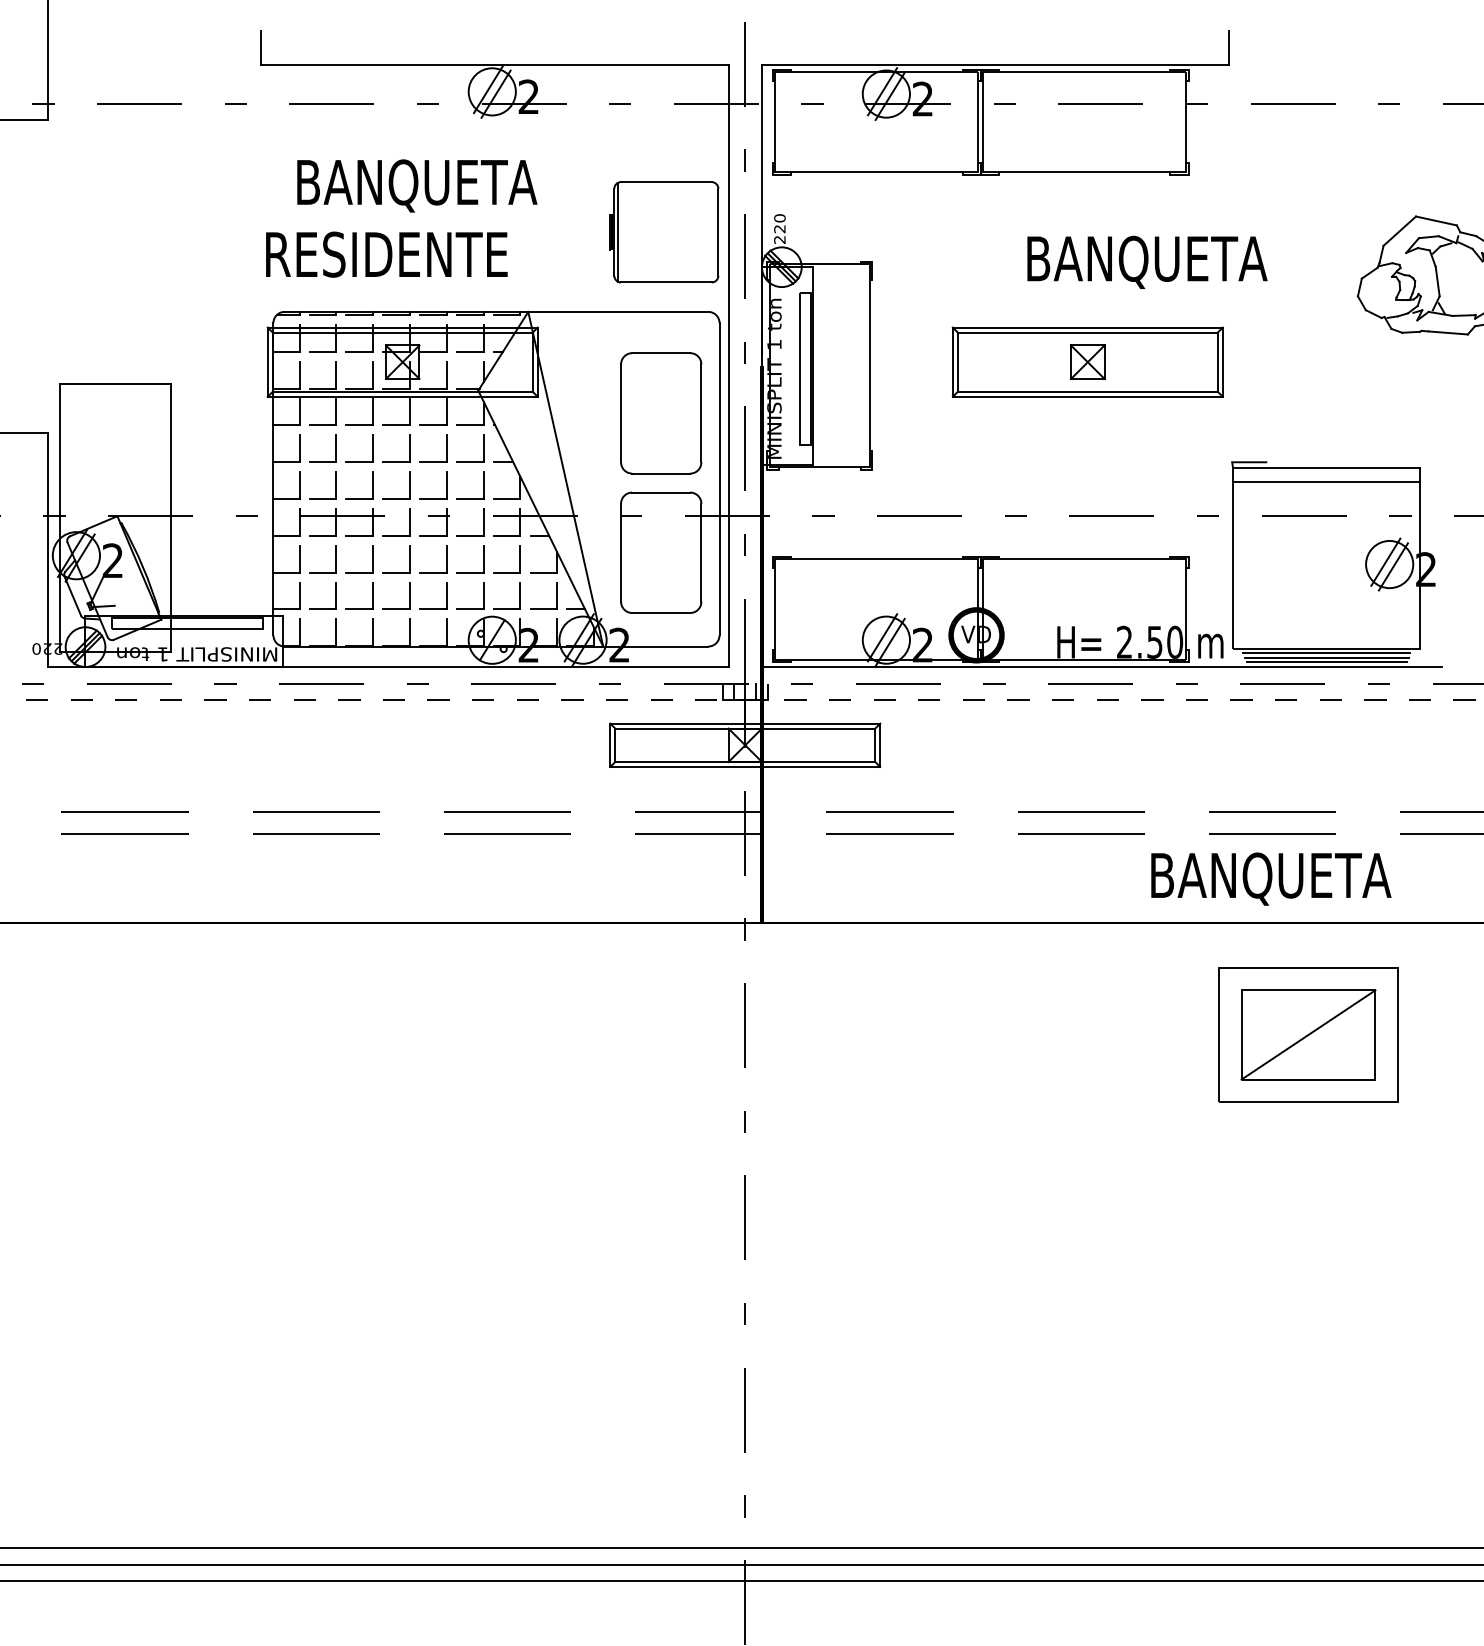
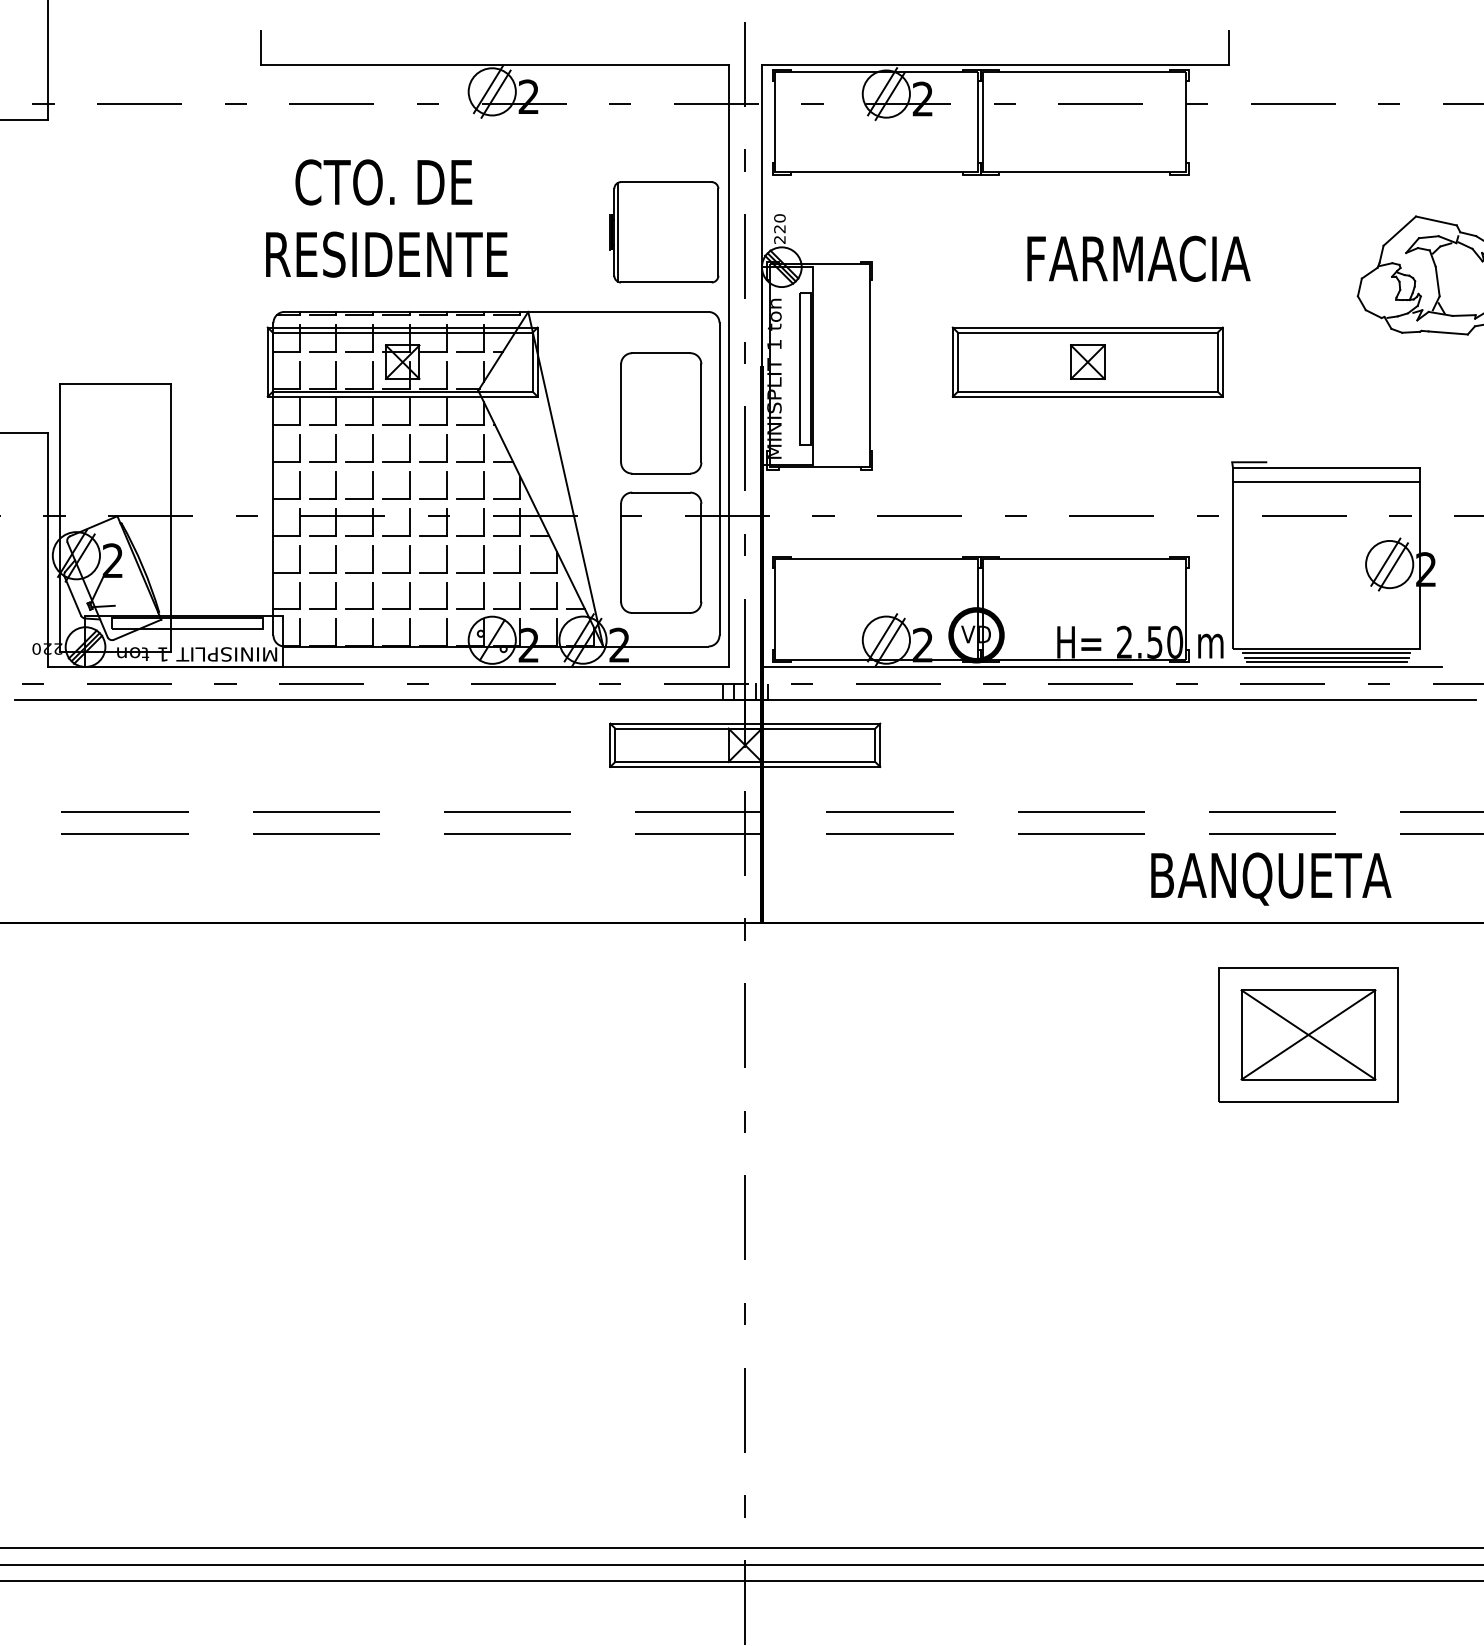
text at (416, 185): BANQUETA -> CTO. DE
text at (1149, 261): BANQUETA -> FARMACIA
line at (744, 700): dashed -> solid
line at (1308, 1034): none -> present
